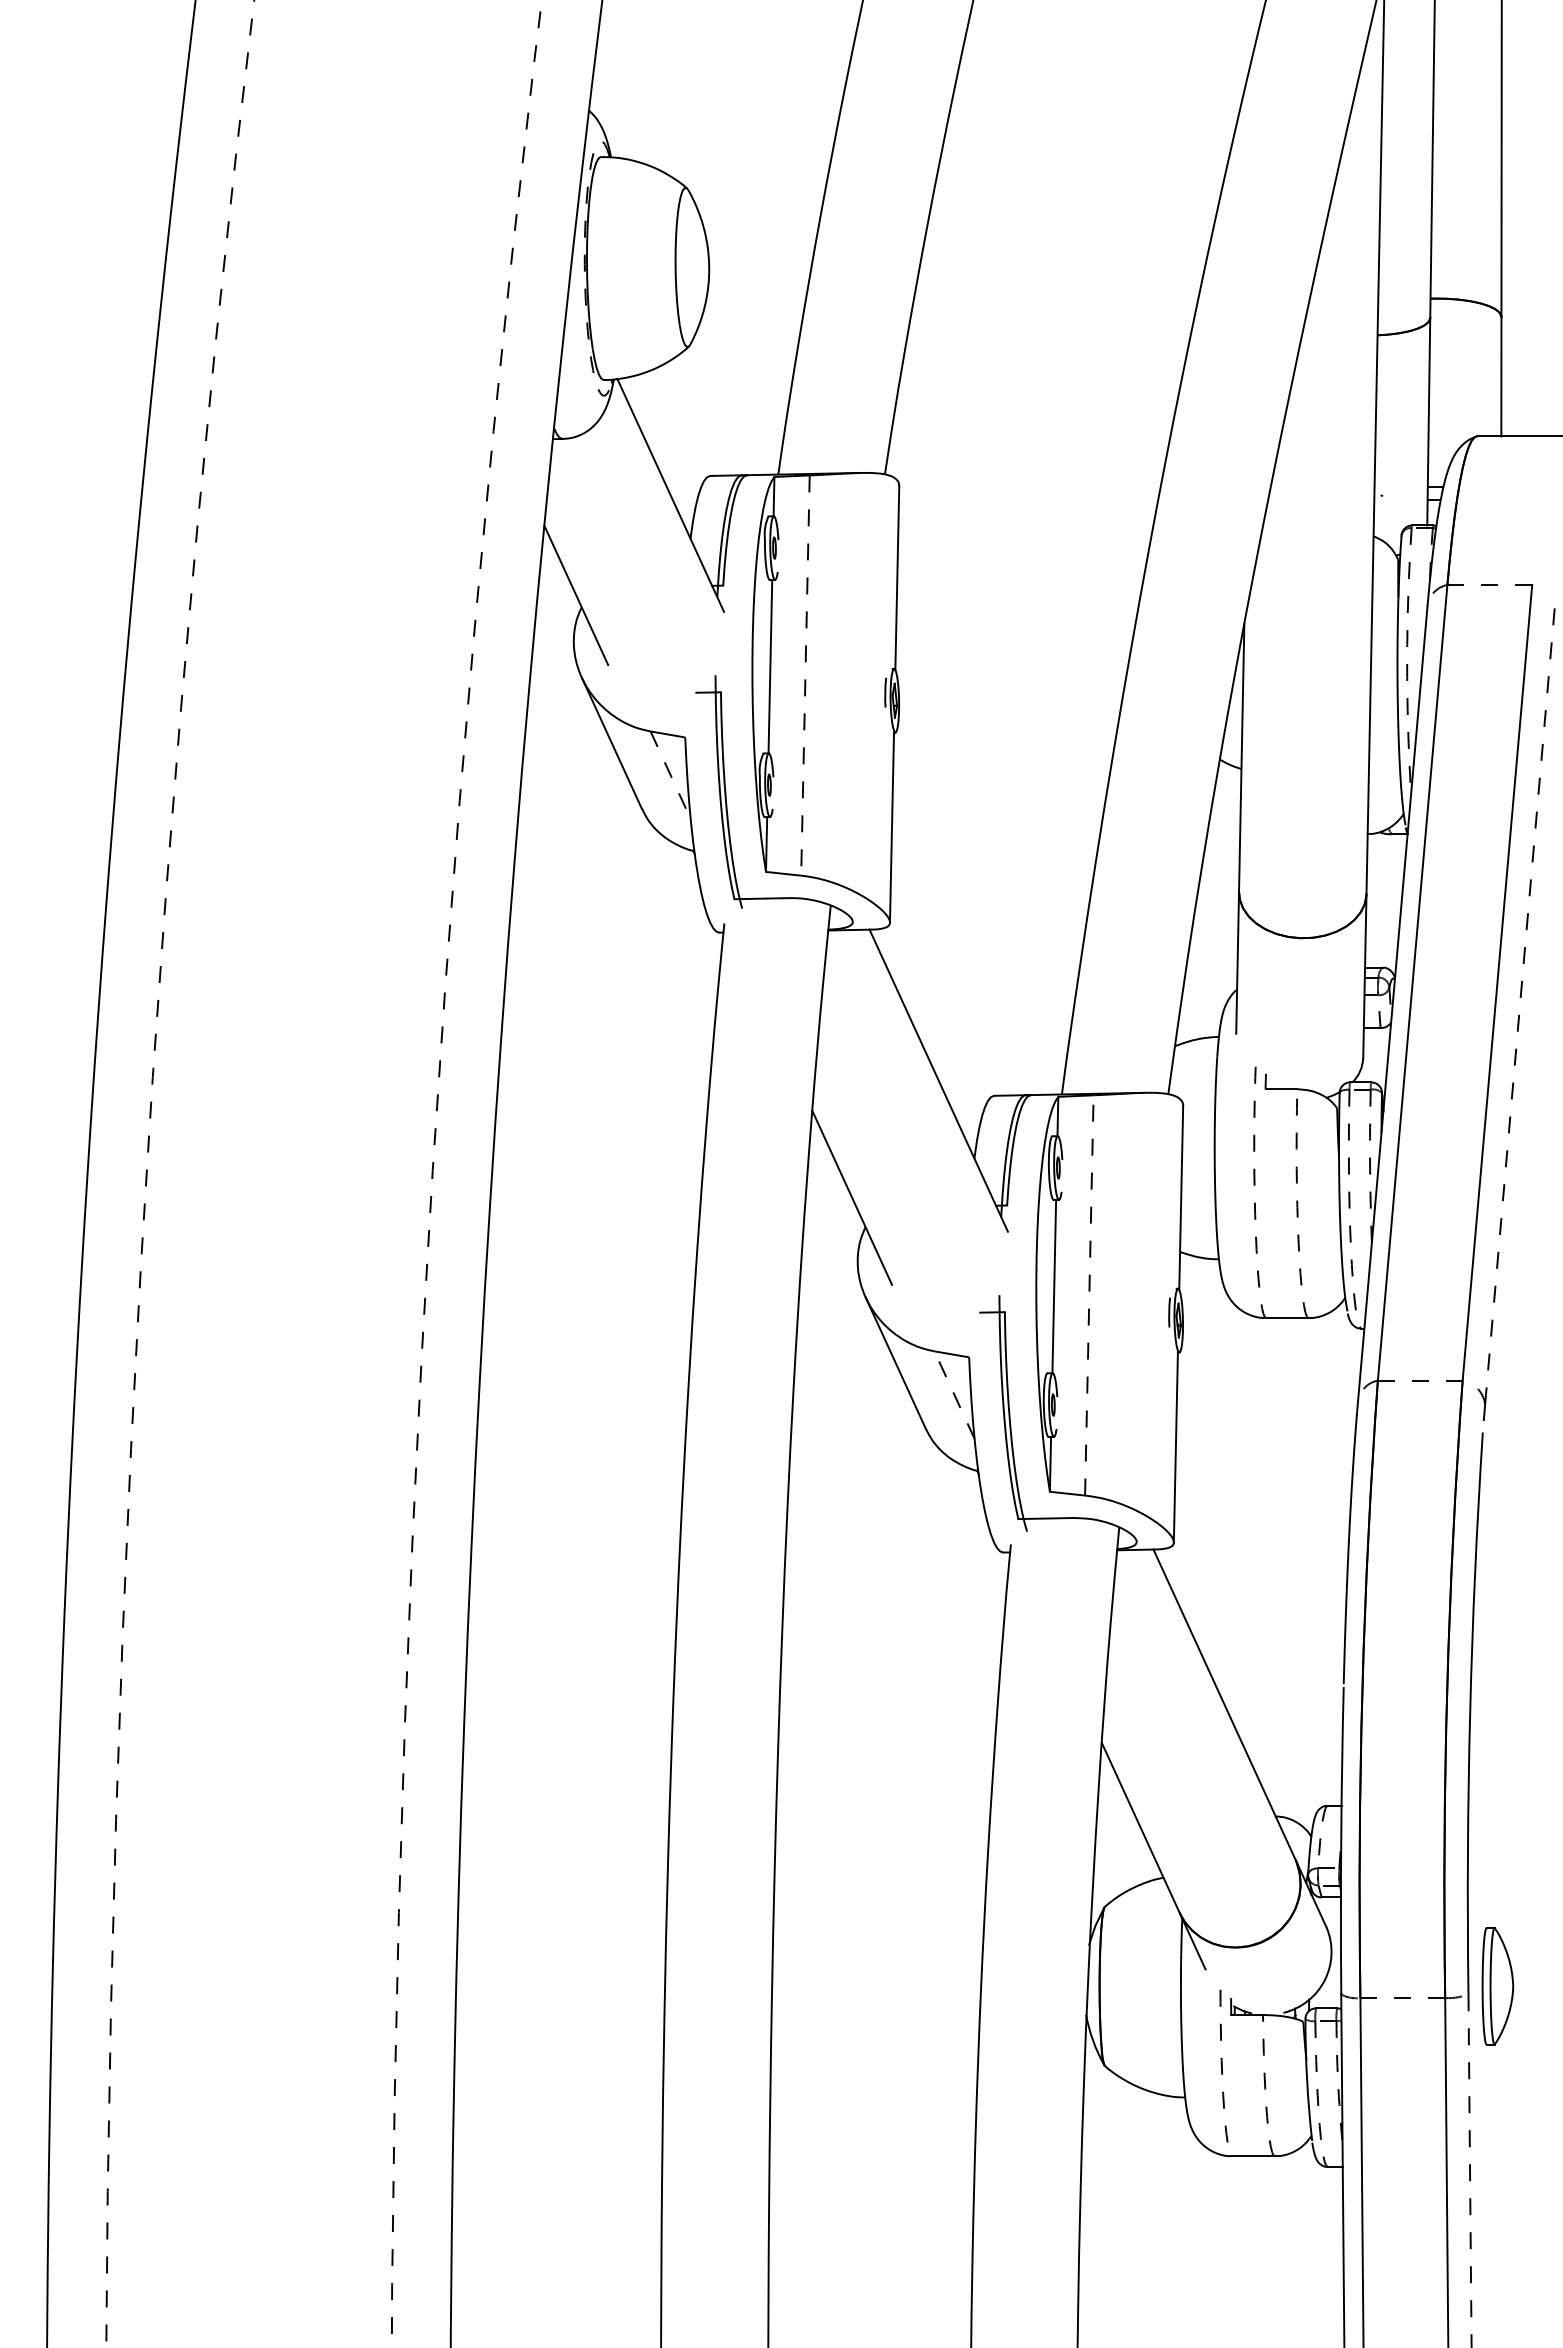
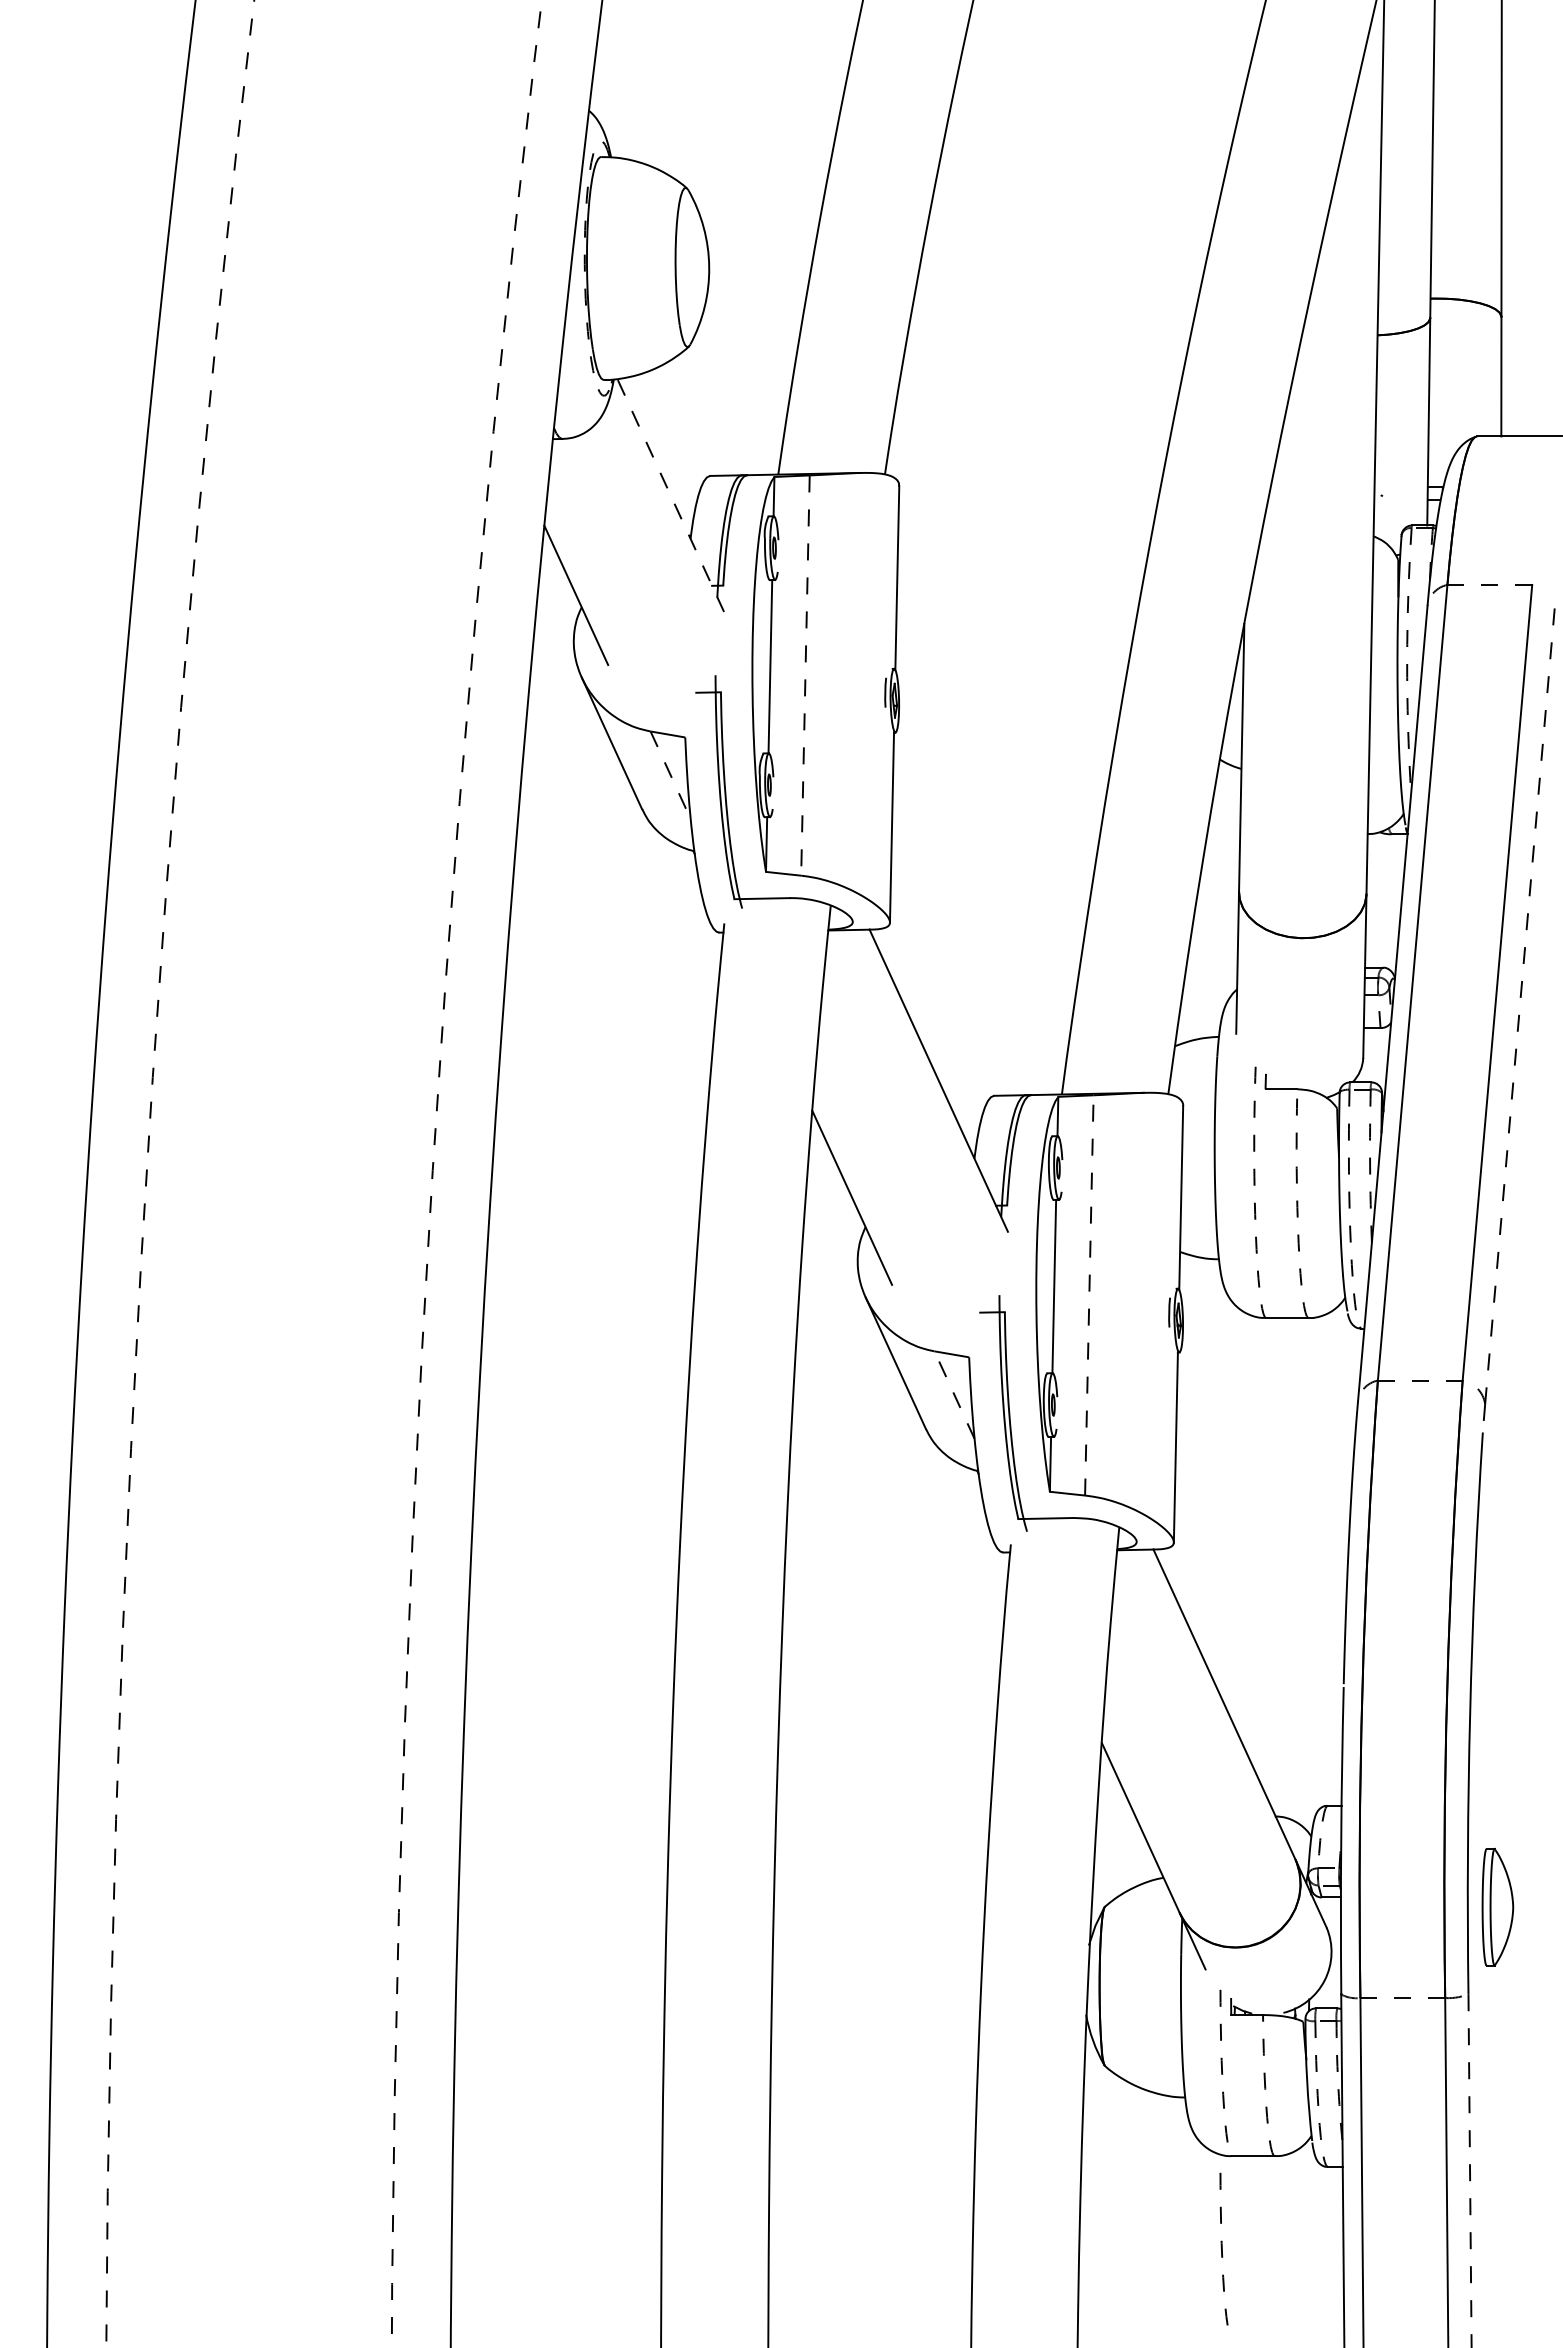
line at (670, 494): solid -> dashed
part at (1497, 1985) position: (1497, 1985) -> (1497, 1906)
curve at (1222, 2248): none -> present
